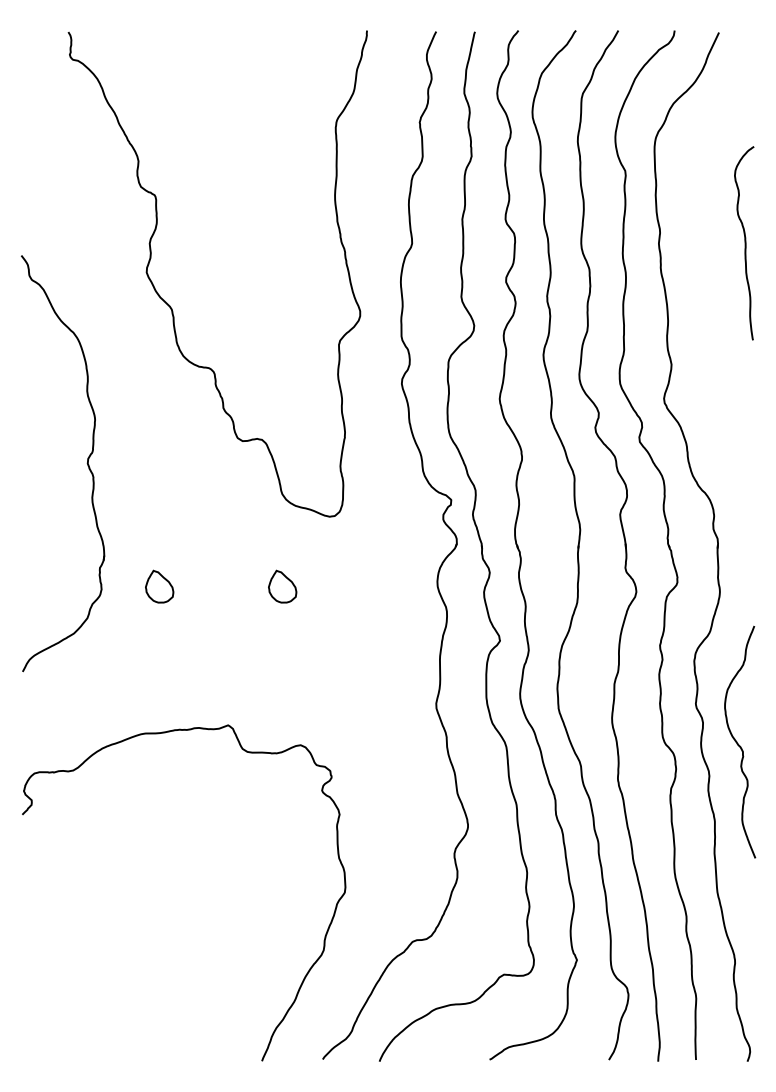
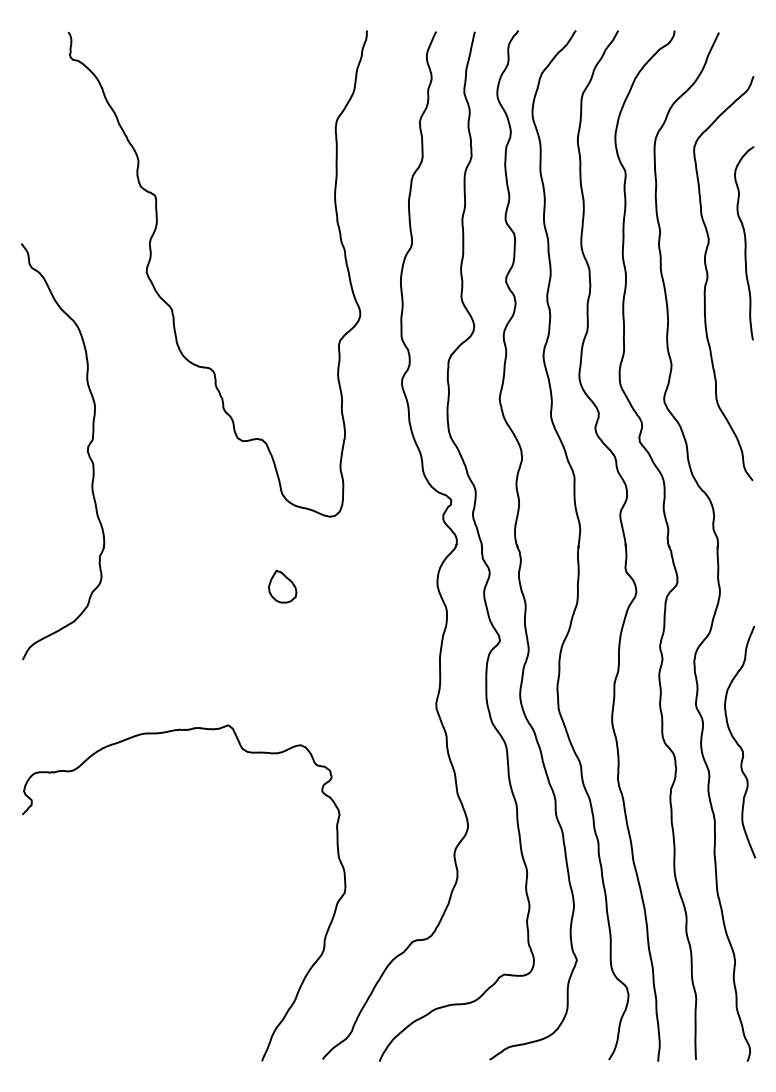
curve at (708, 278): none -> present
part at (86, 463) position: (86, 463) -> (86, 451)
part at (159, 586): present -> none
